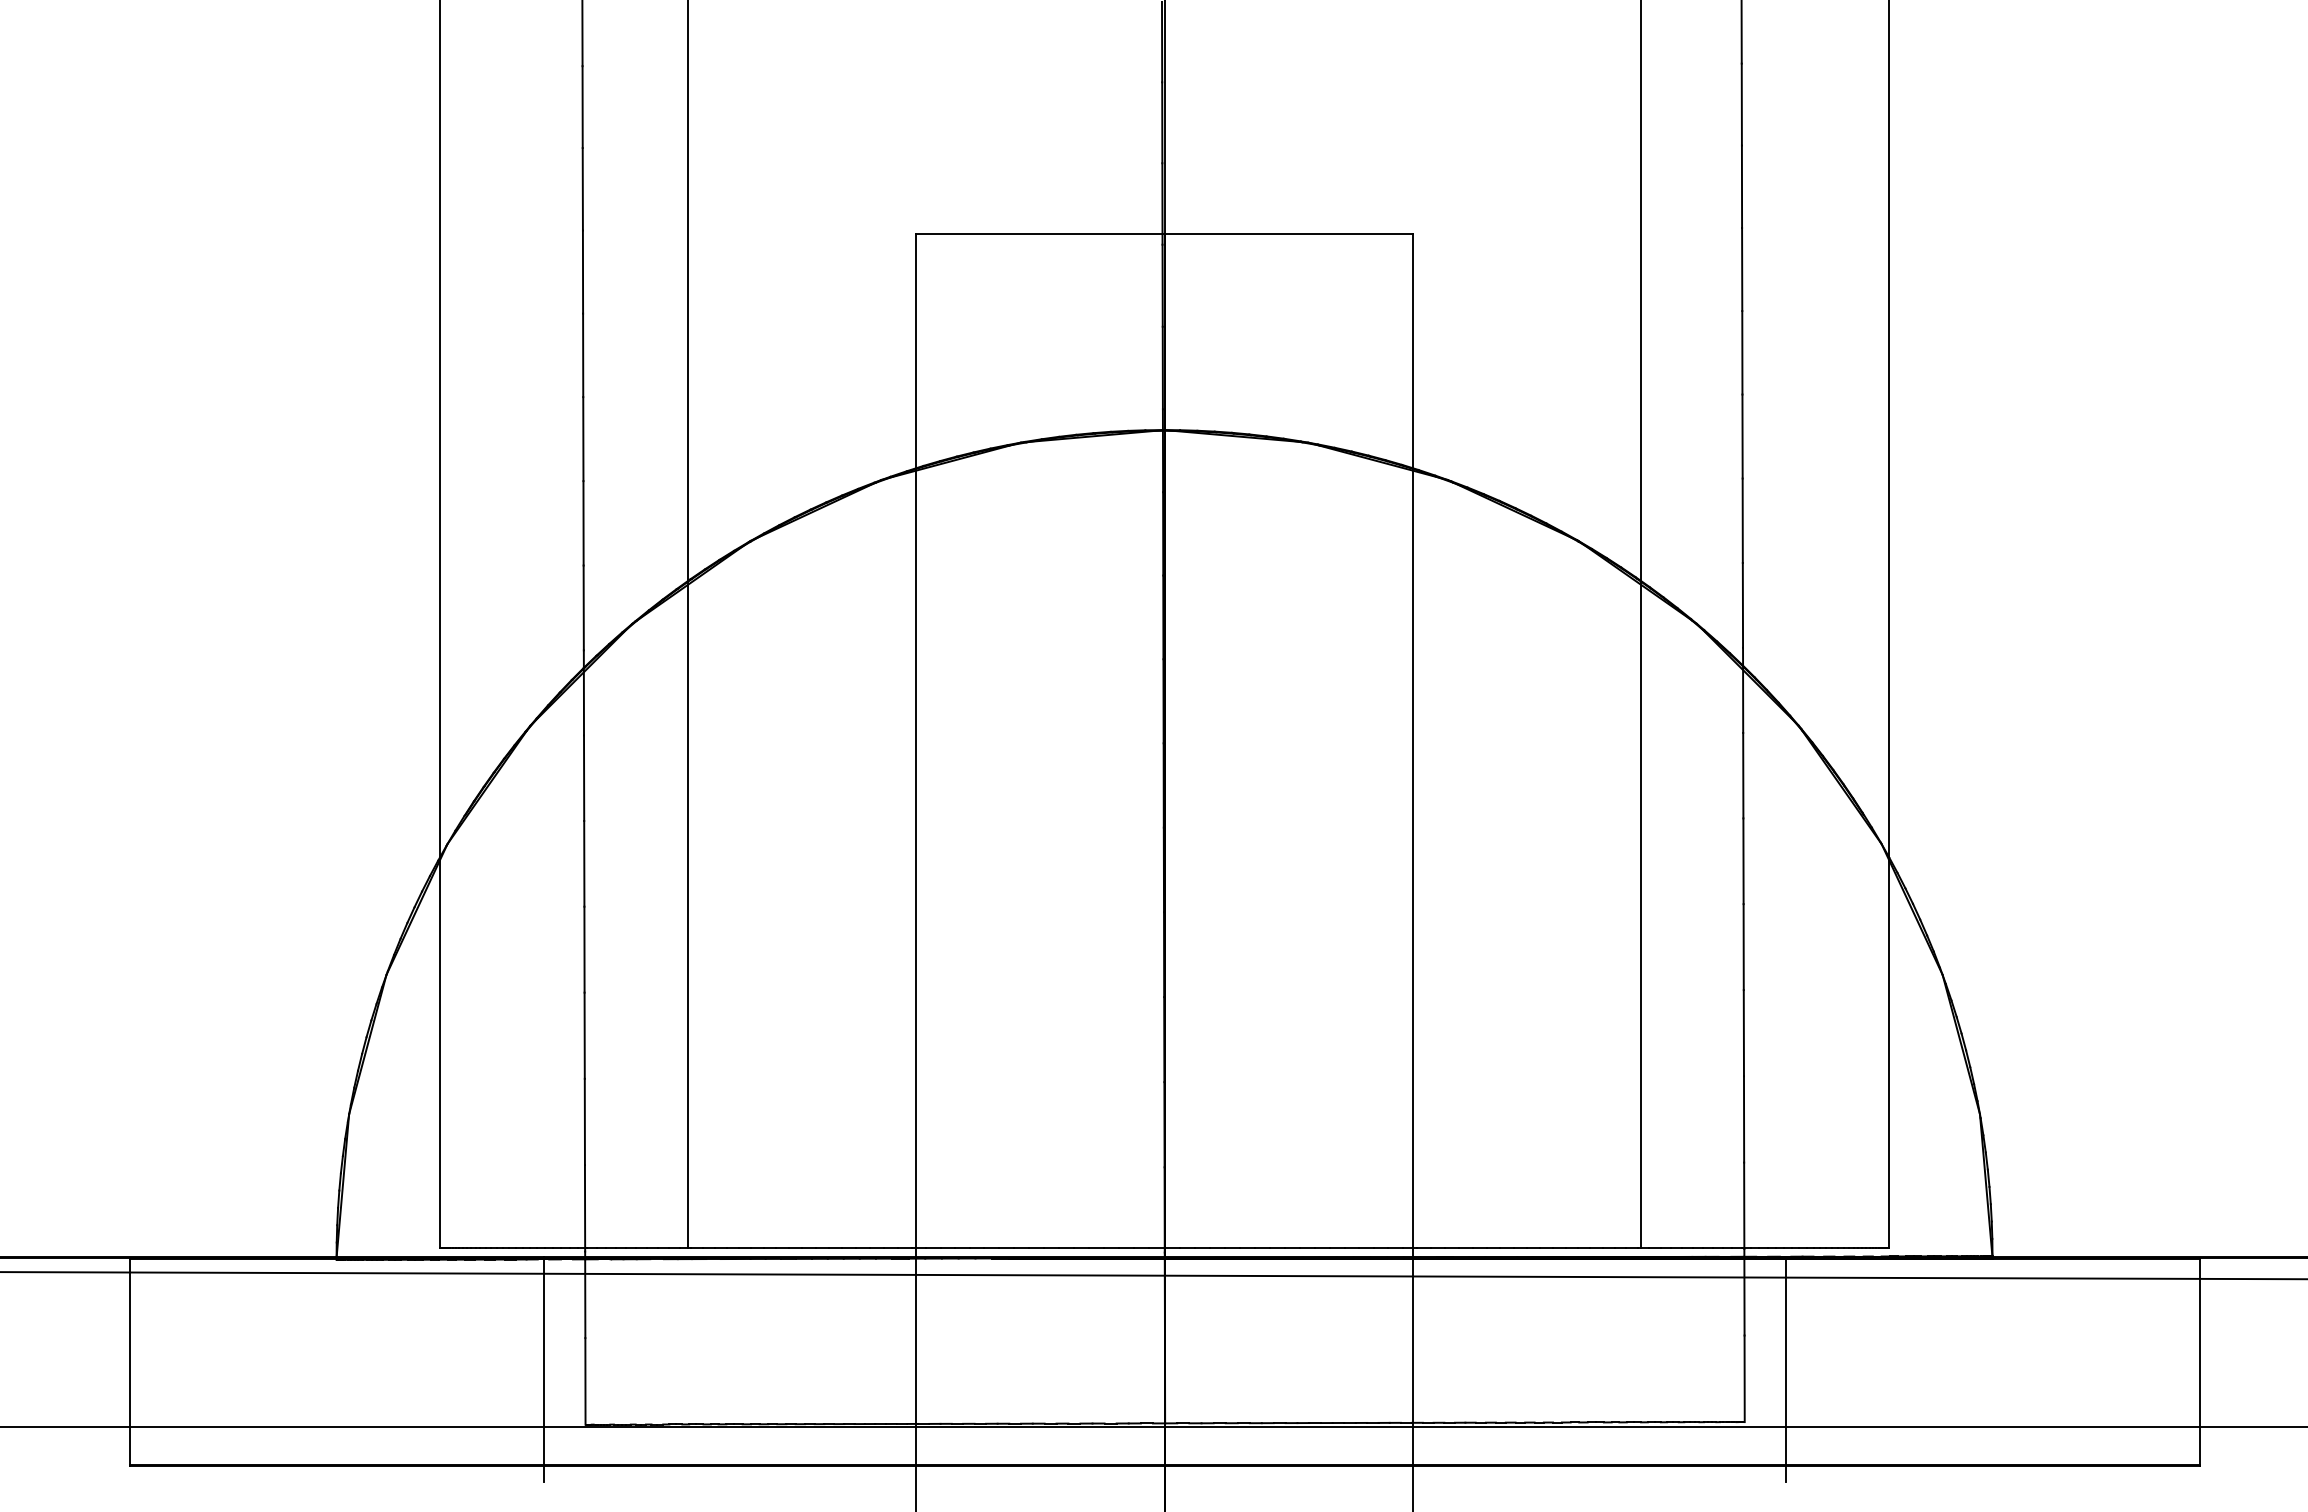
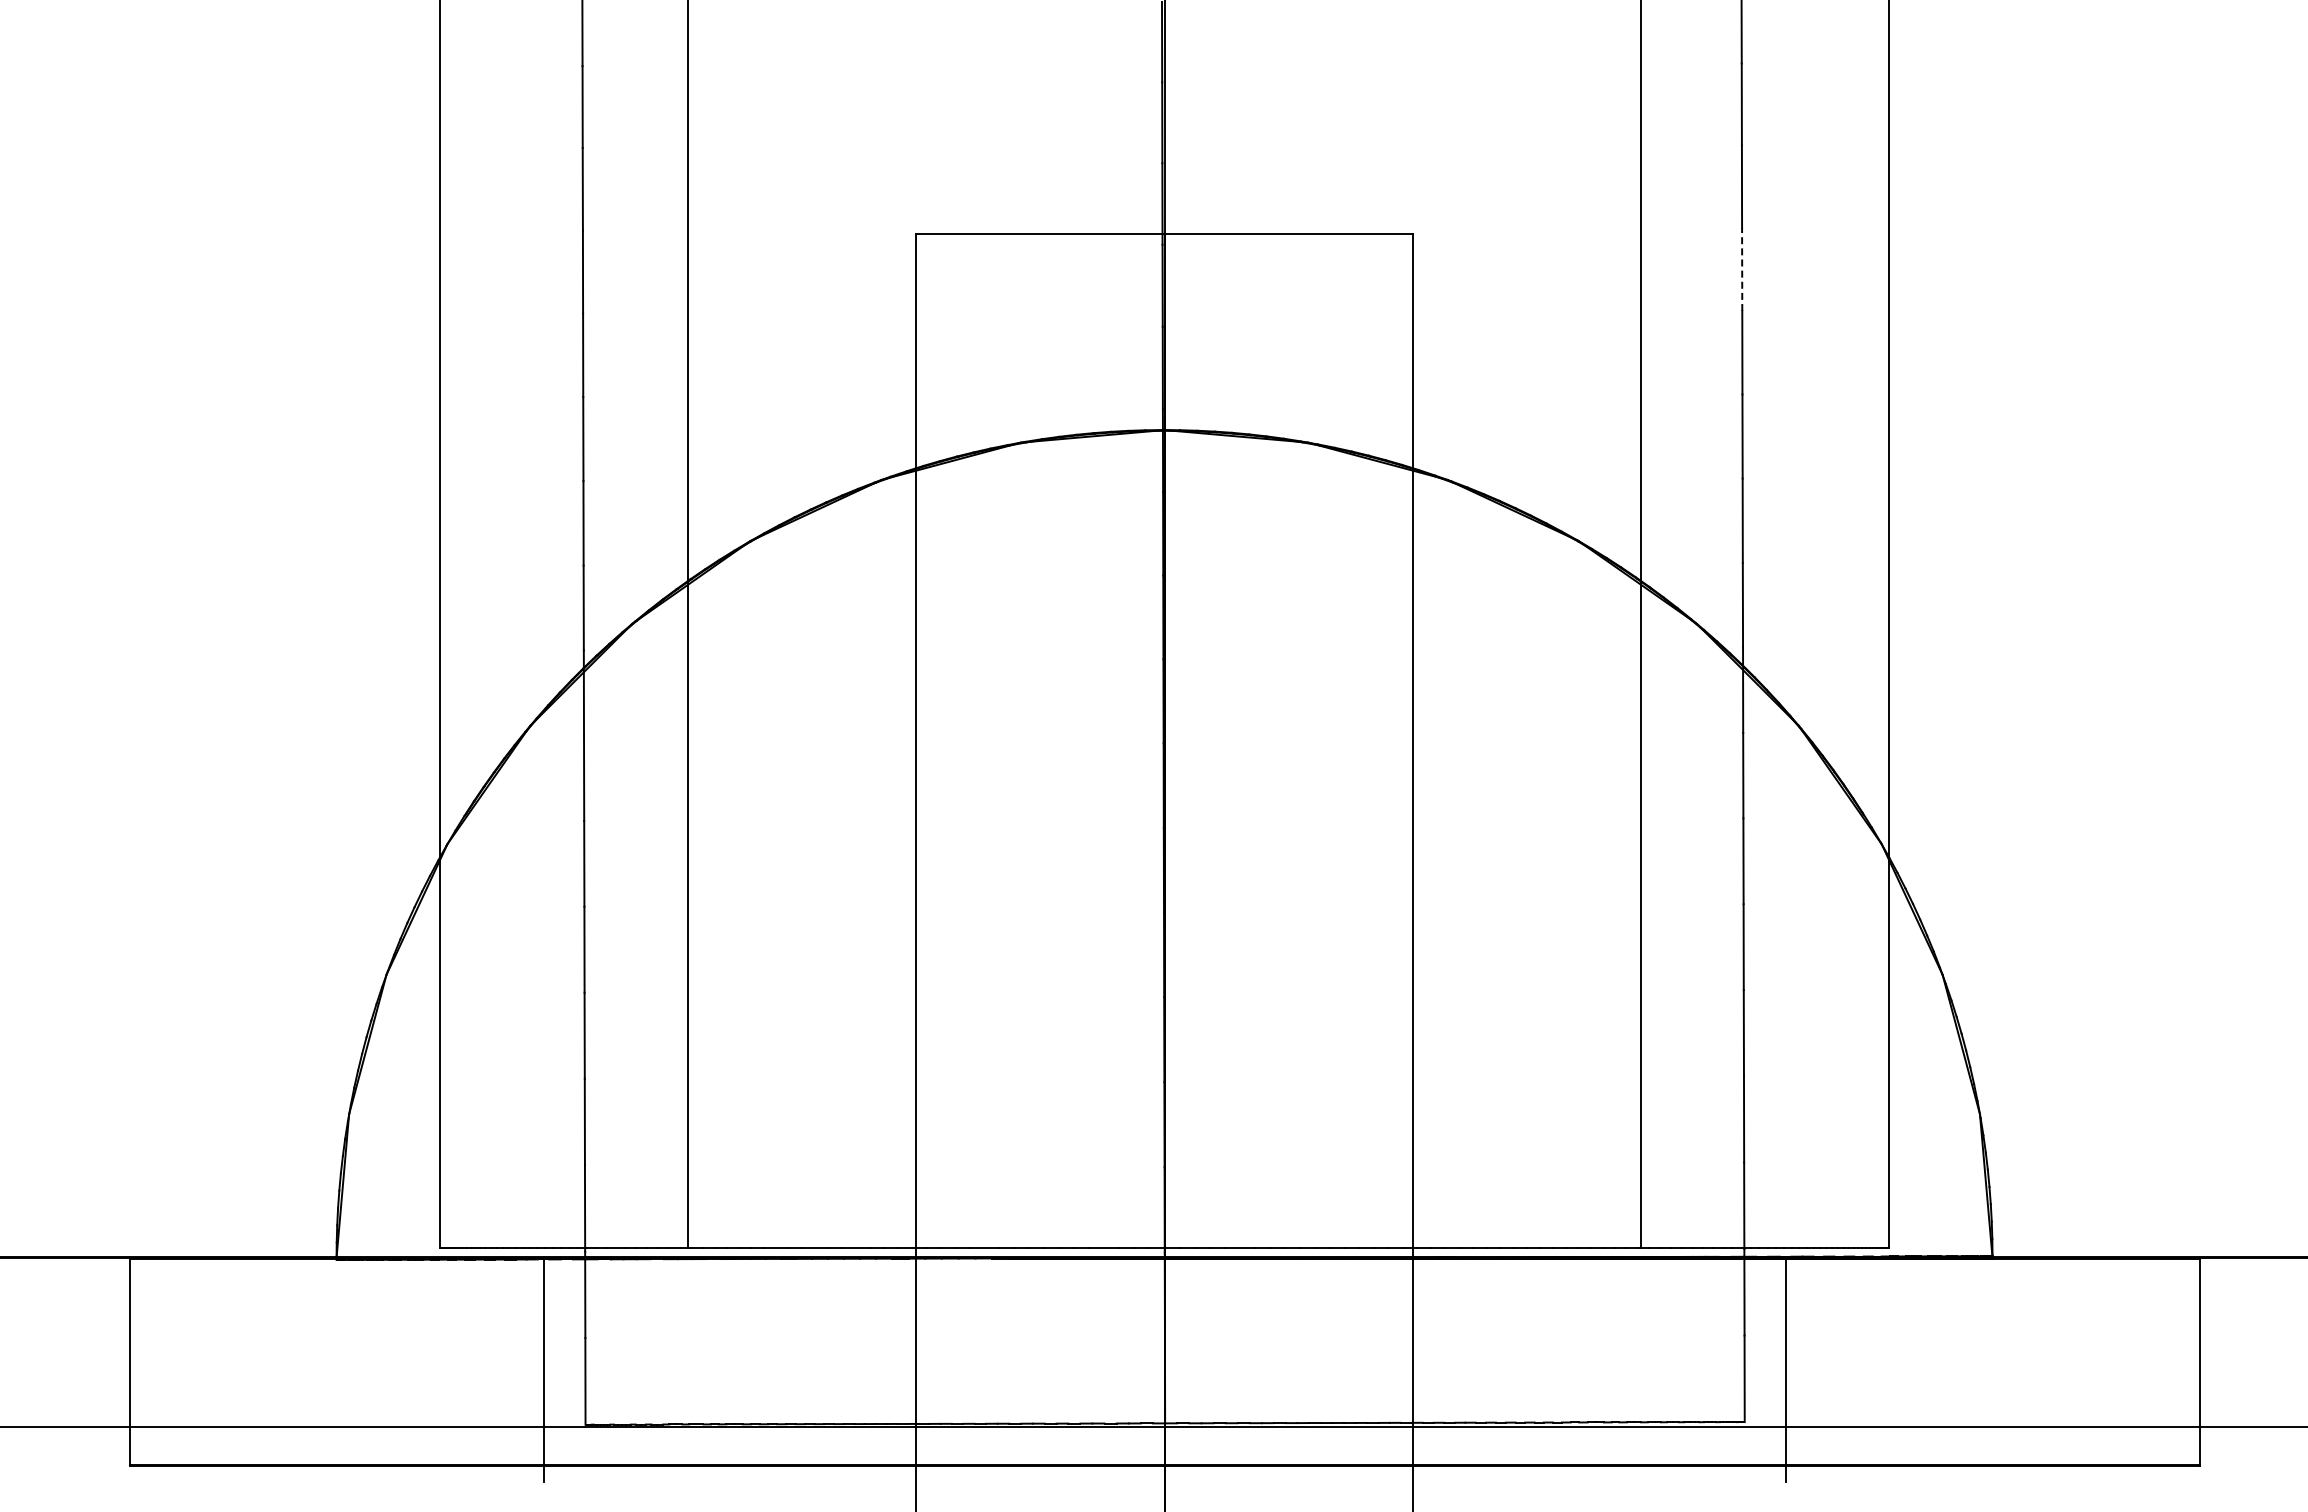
line at (1742, 269): solid -> dashed
line at (1153, 1275): present -> none
